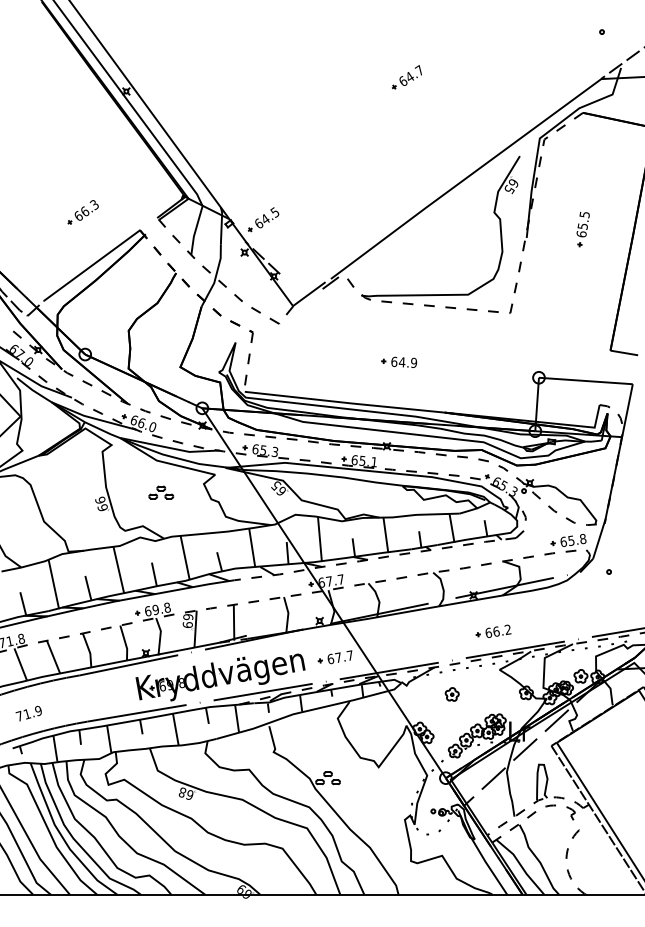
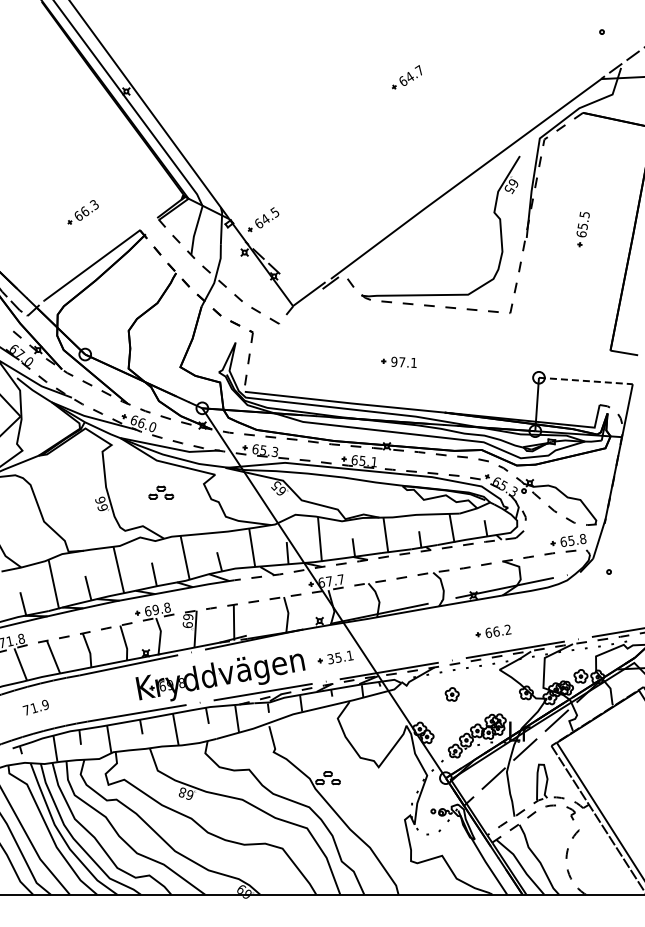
text at (404, 362): 64.9 -> 97.1
line at (586, 381): solid -> dashed
text at (340, 657): 67.7 -> 35.1
text at (28, 713) position: (28, 713) -> (35, 707)
